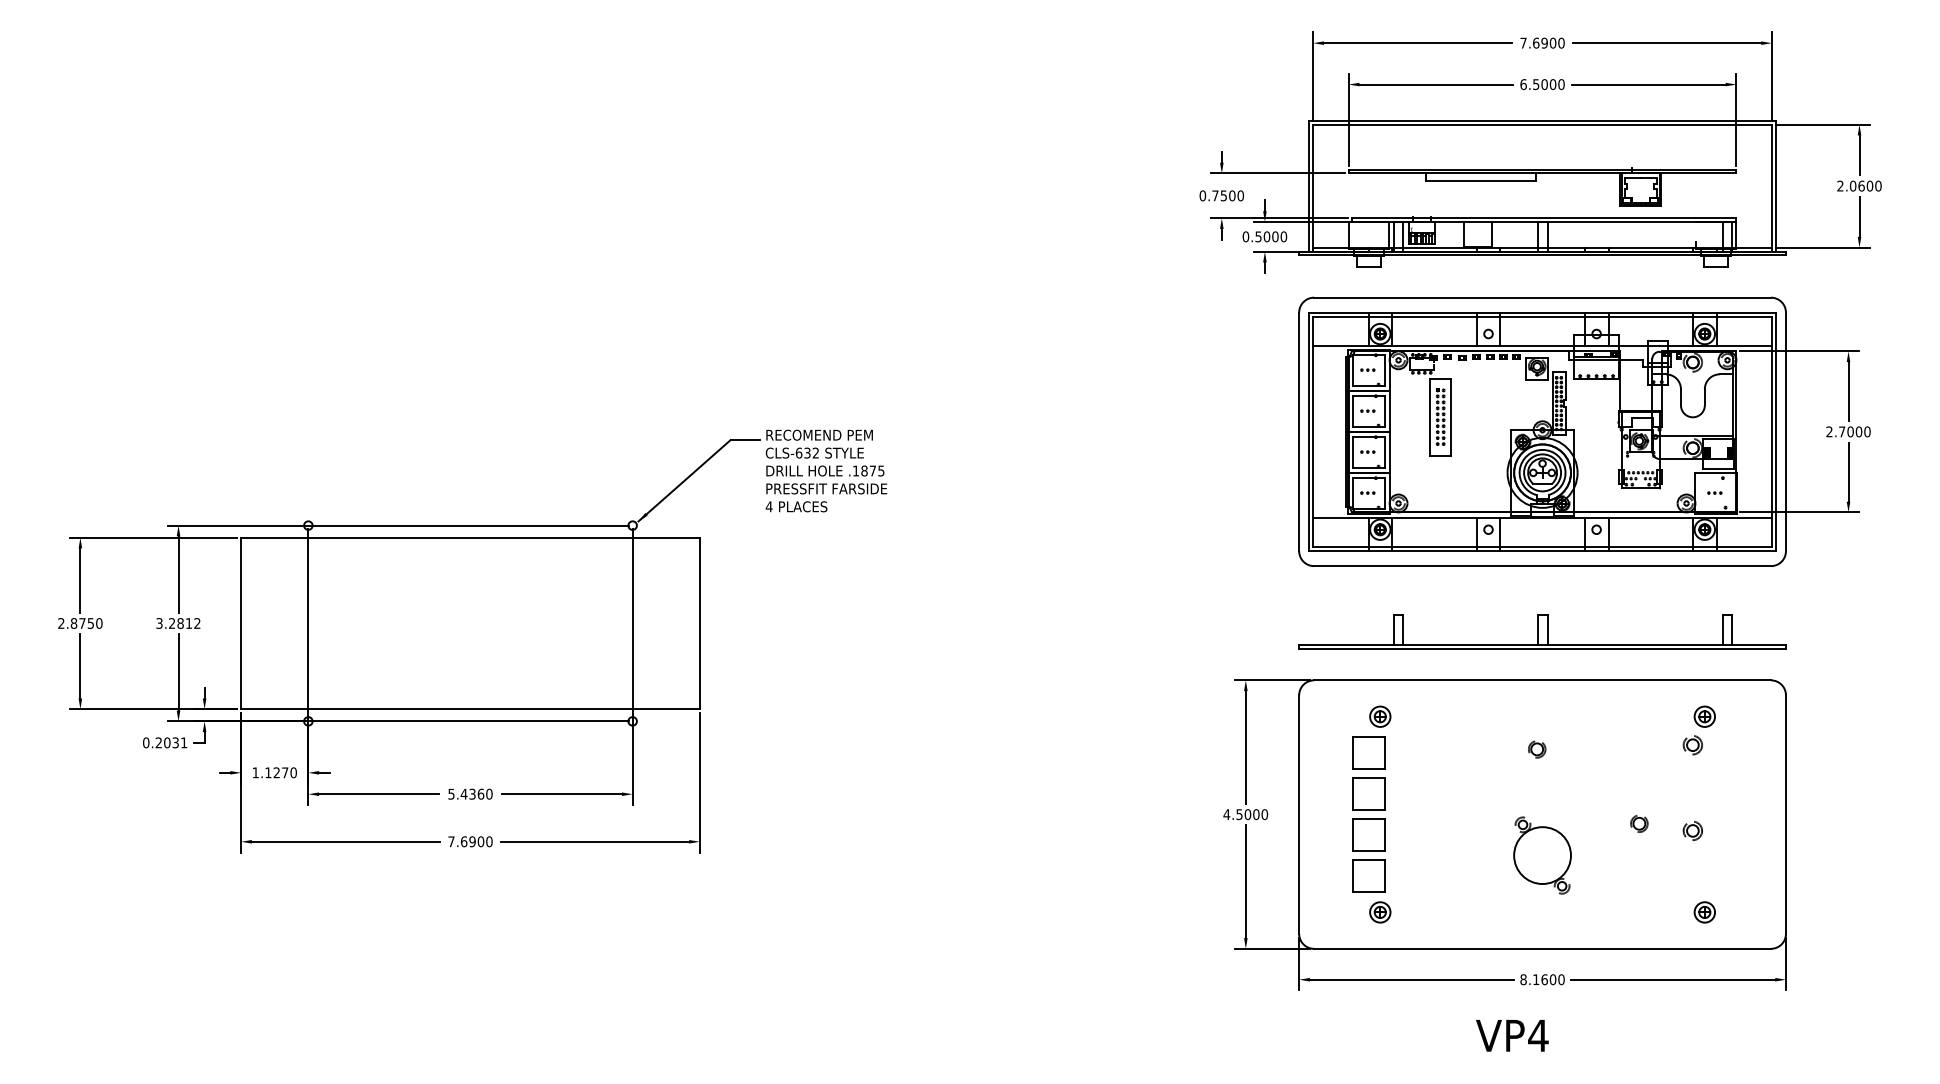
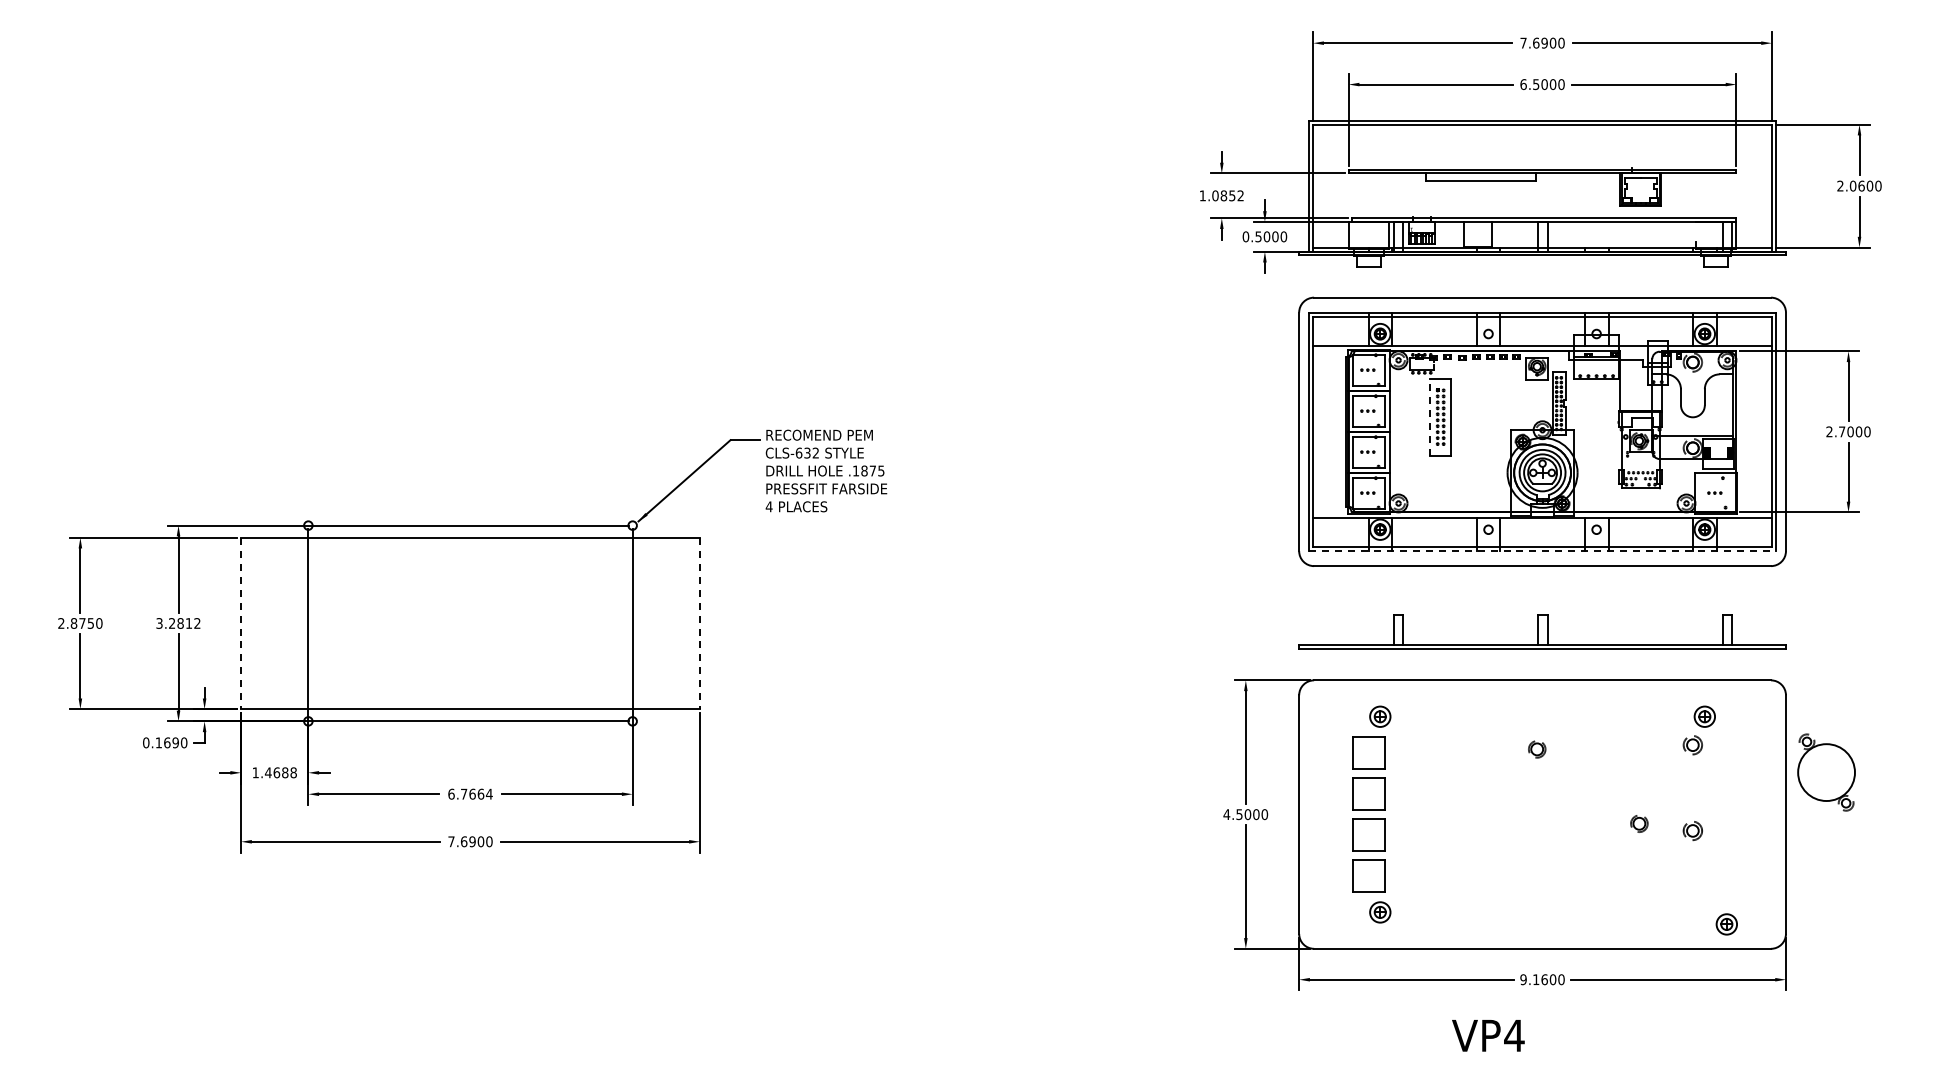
text at (1221, 195): 0.7500 -> 1.0852
line at (1430, 417): solid -> dashed
line at (1542, 551): solid -> dashed
line at (241, 623): solid -> dashed
line at (699, 623): solid -> dashed
text at (171, 742): 0.2031 -> 0.1690
text at (280, 772): 1.1270 -> 1.4688
text at (470, 793): 5.4360 -> 6.7664
part at (1542, 855) position: (1542, 855) -> (1826, 772)
part at (1704, 912) position: (1704, 912) -> (1726, 924)
text at (1523, 979): 8.1600 -> 9.1600
text at (1512, 1035) position: (1512, 1035) -> (1488, 1035)
